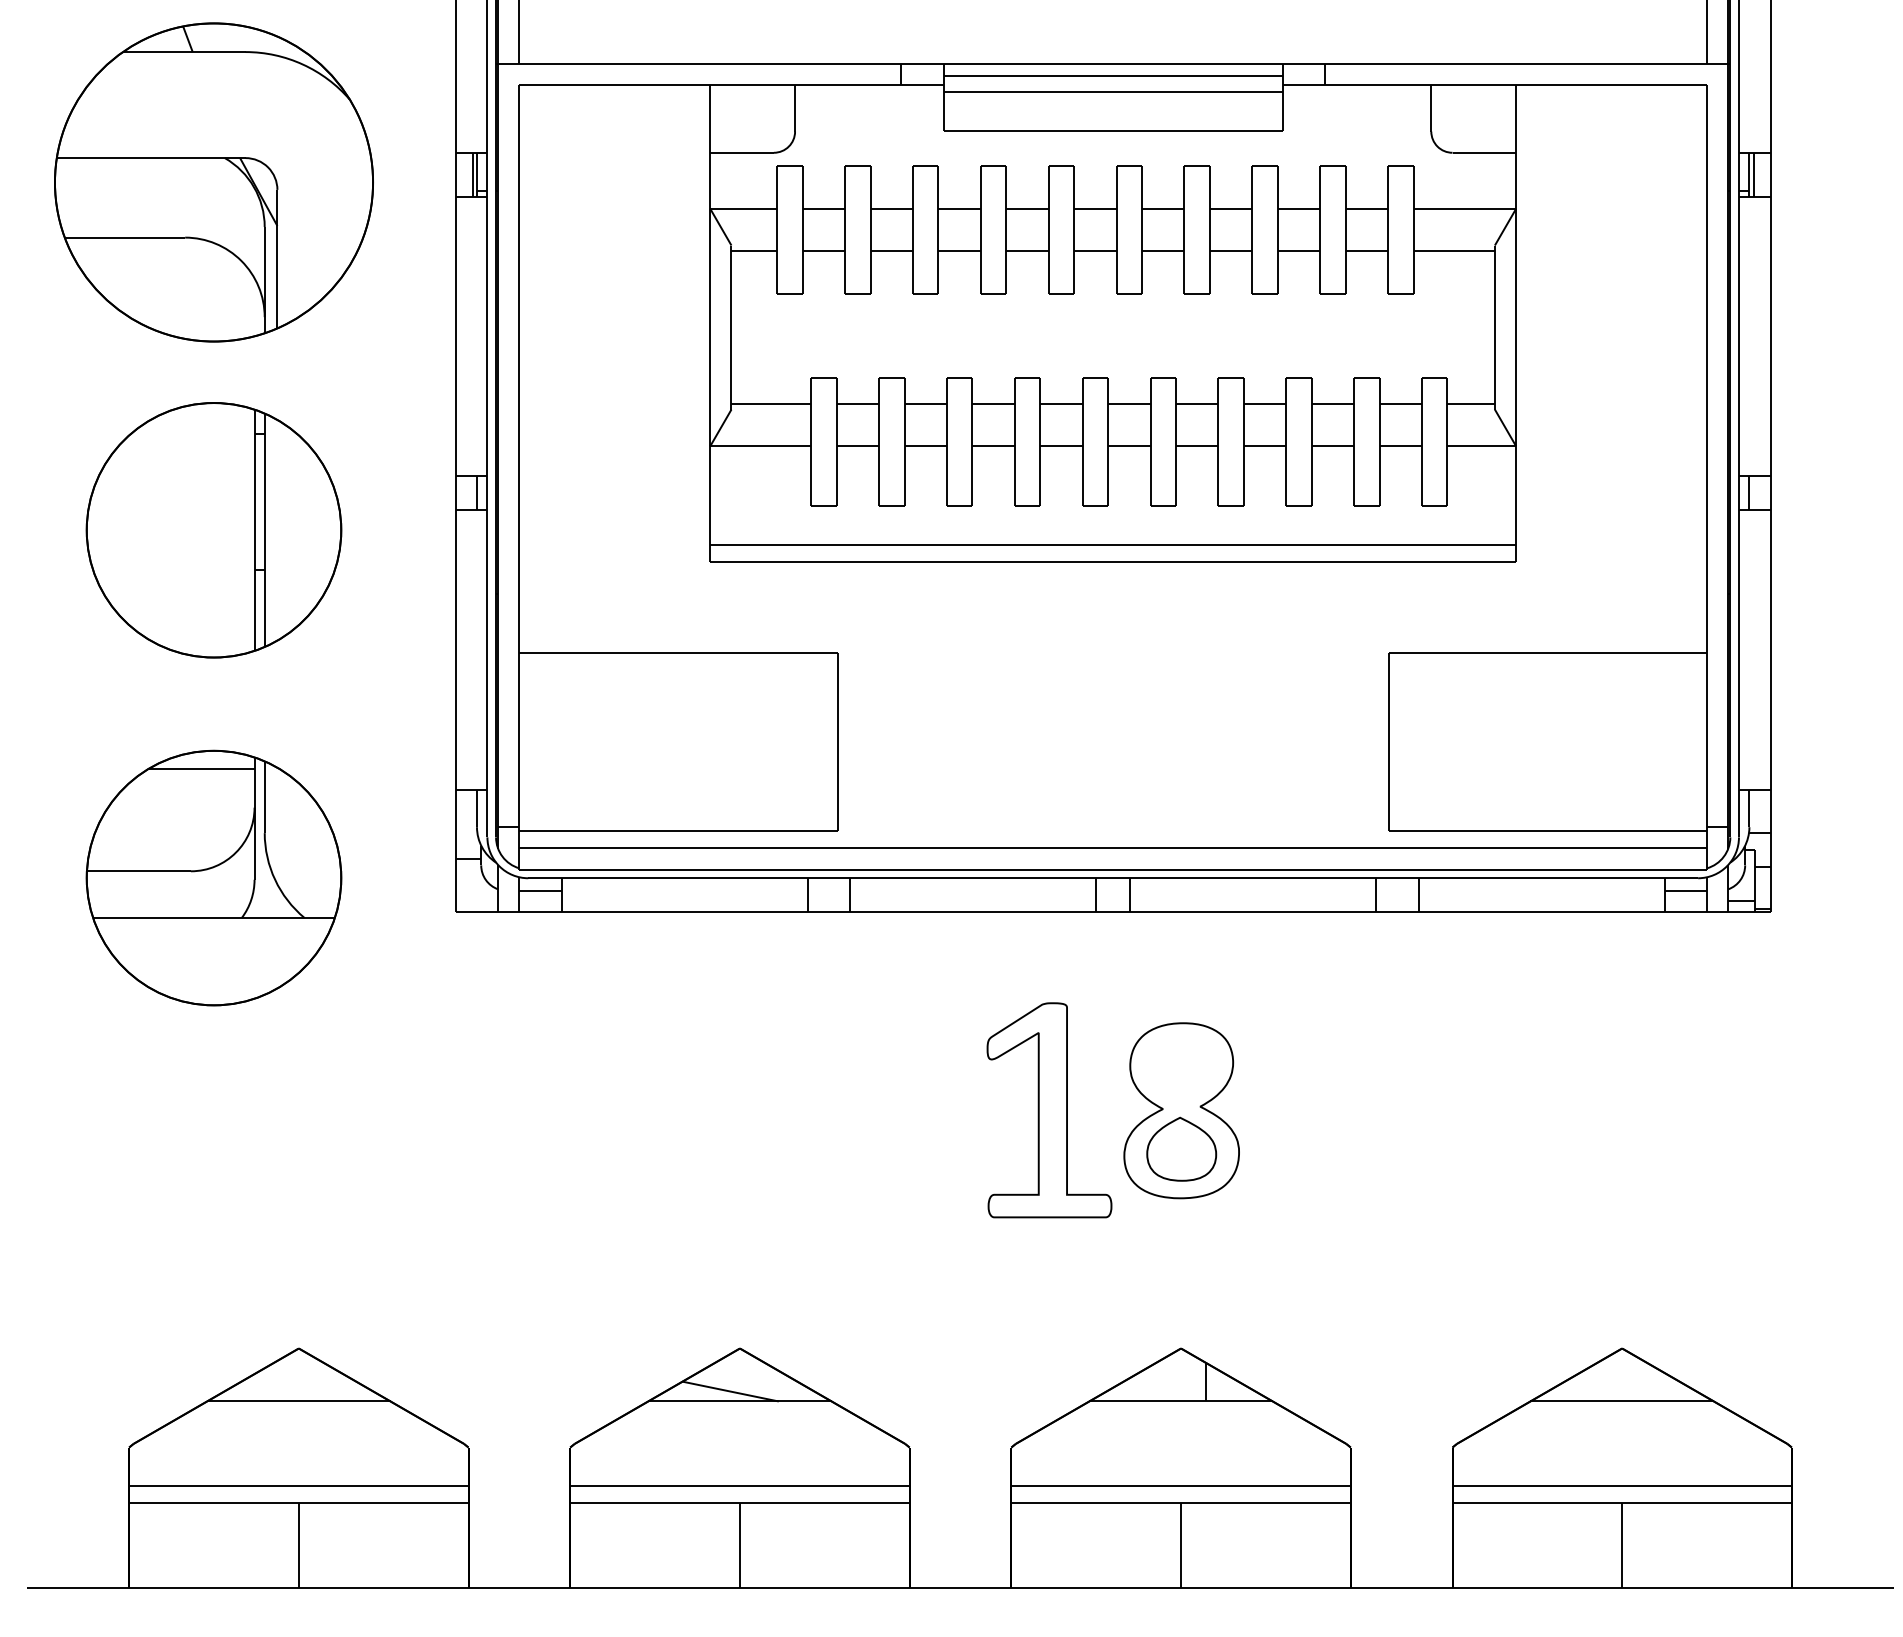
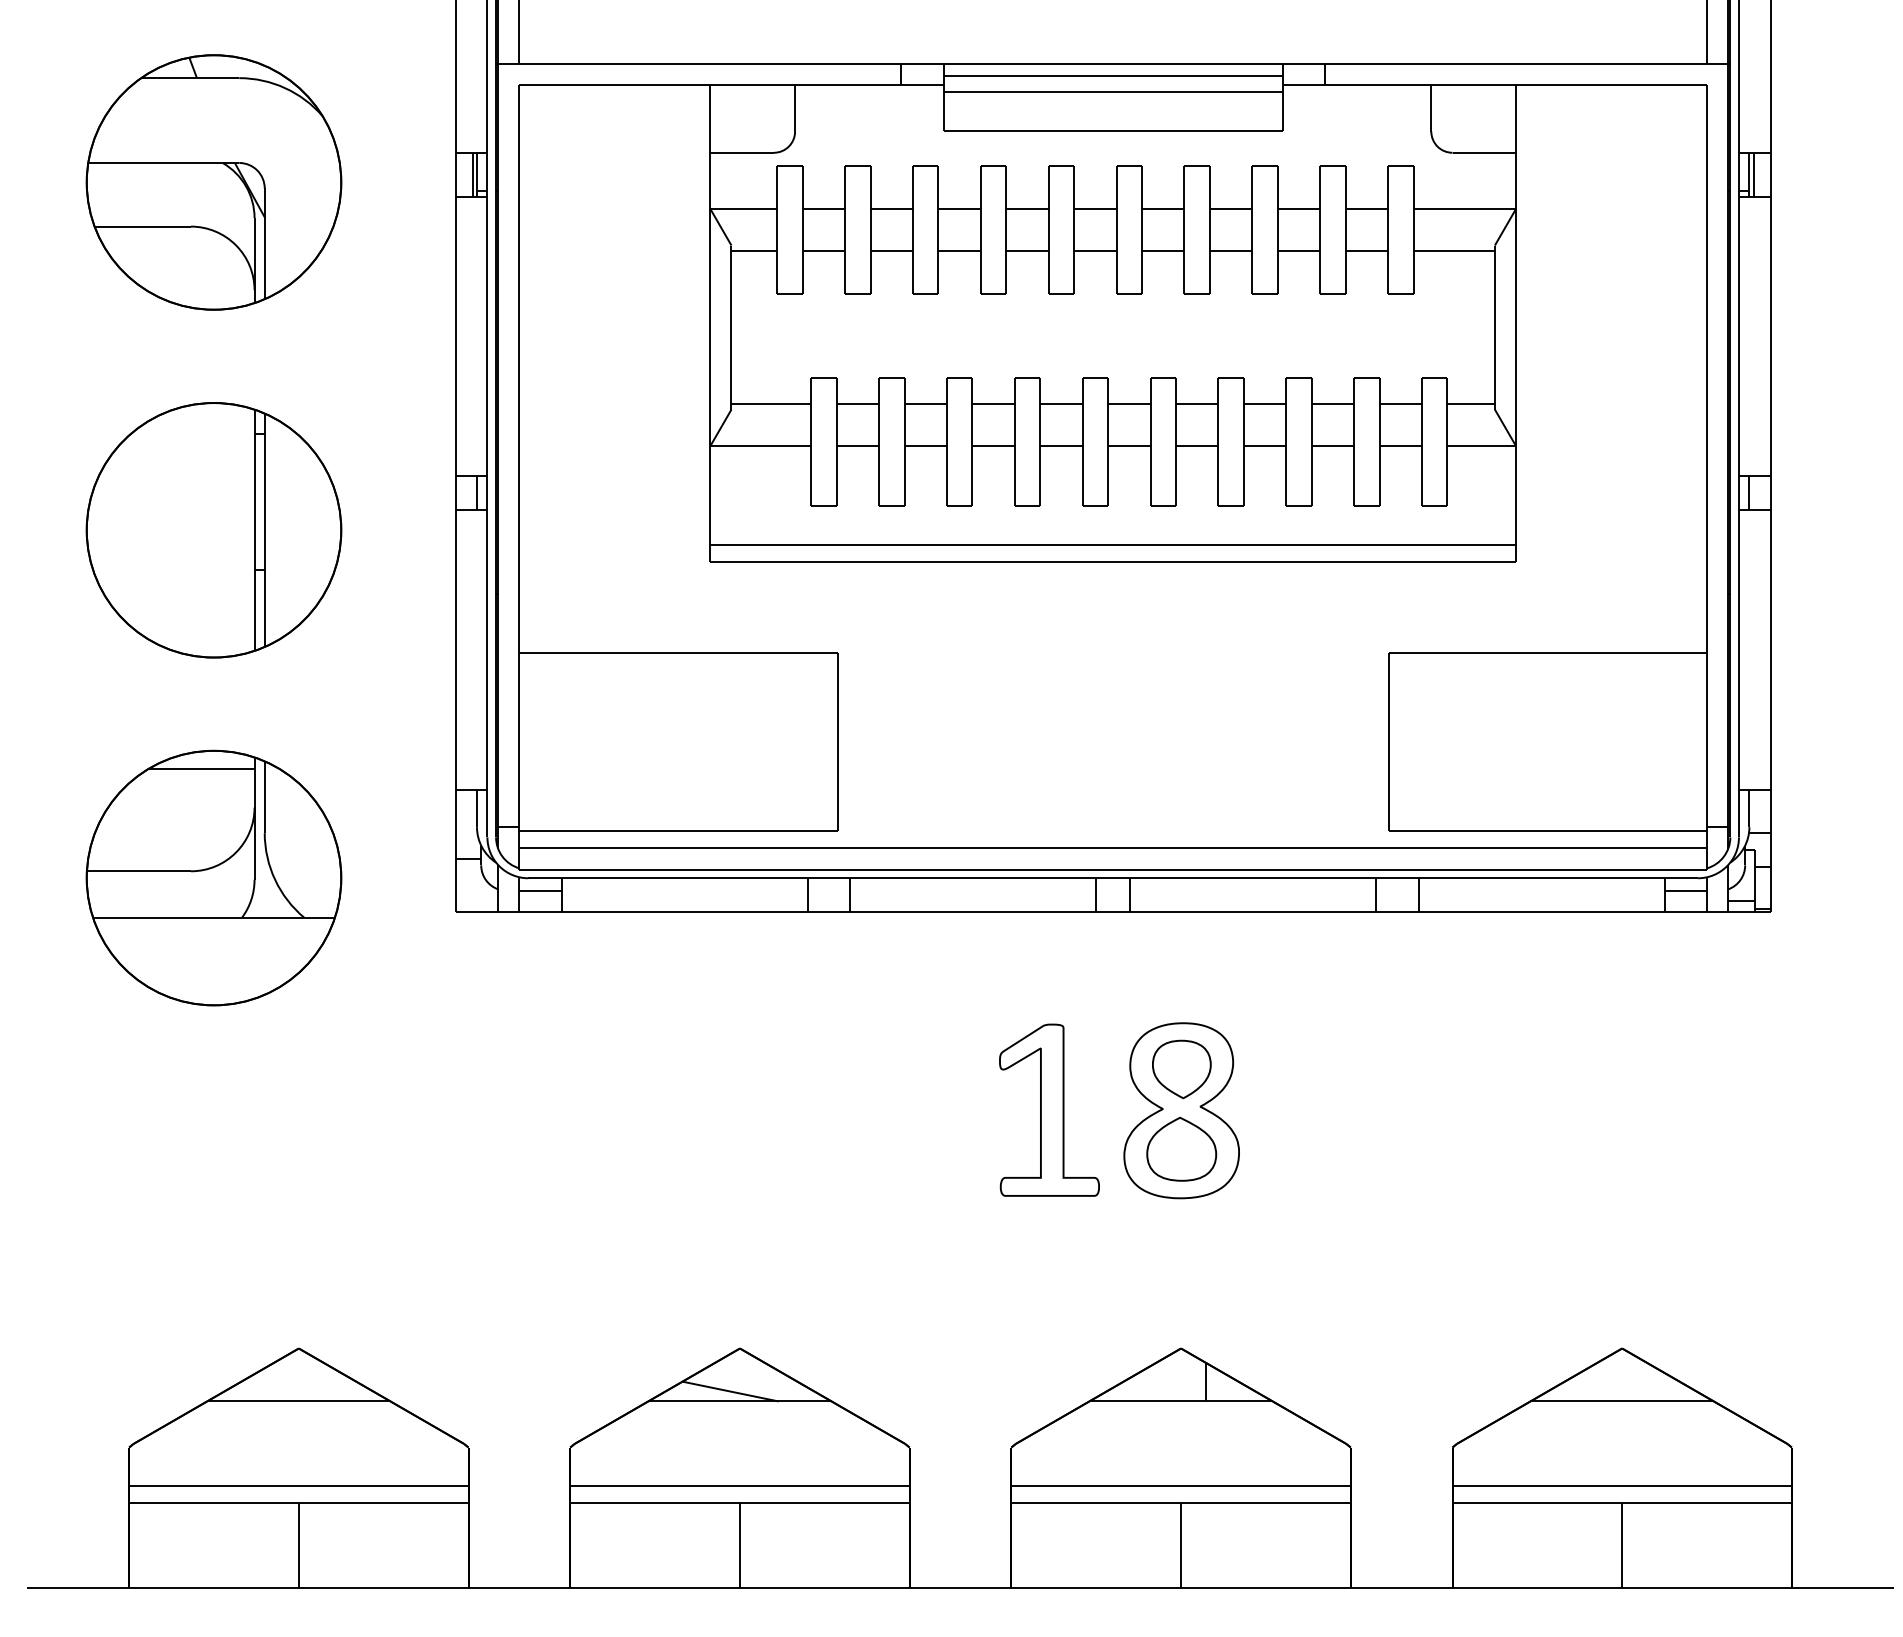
part at (213, 182) size: 320x321 px -> 258x257 px
part at (1181, 1069): none -> present
part at (1049, 1110) size: 127x217 px -> 101x174 px
